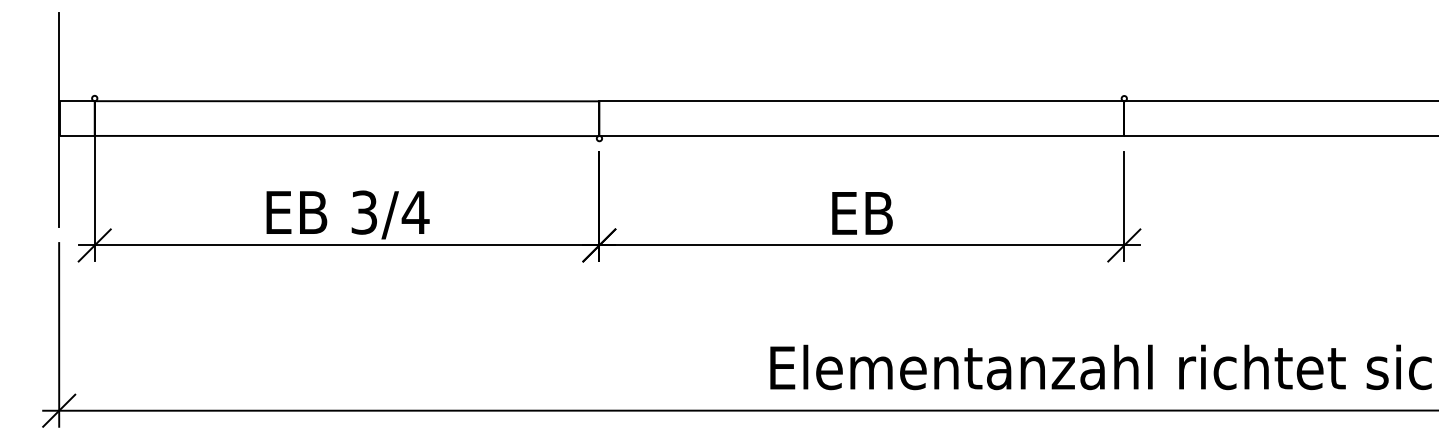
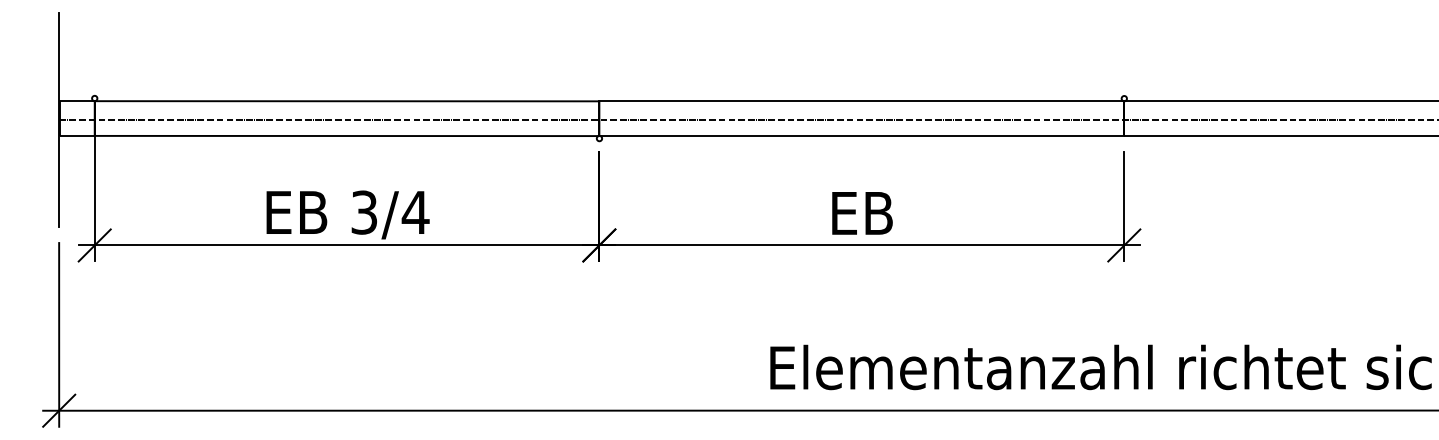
line at (747, 120): none -> present
